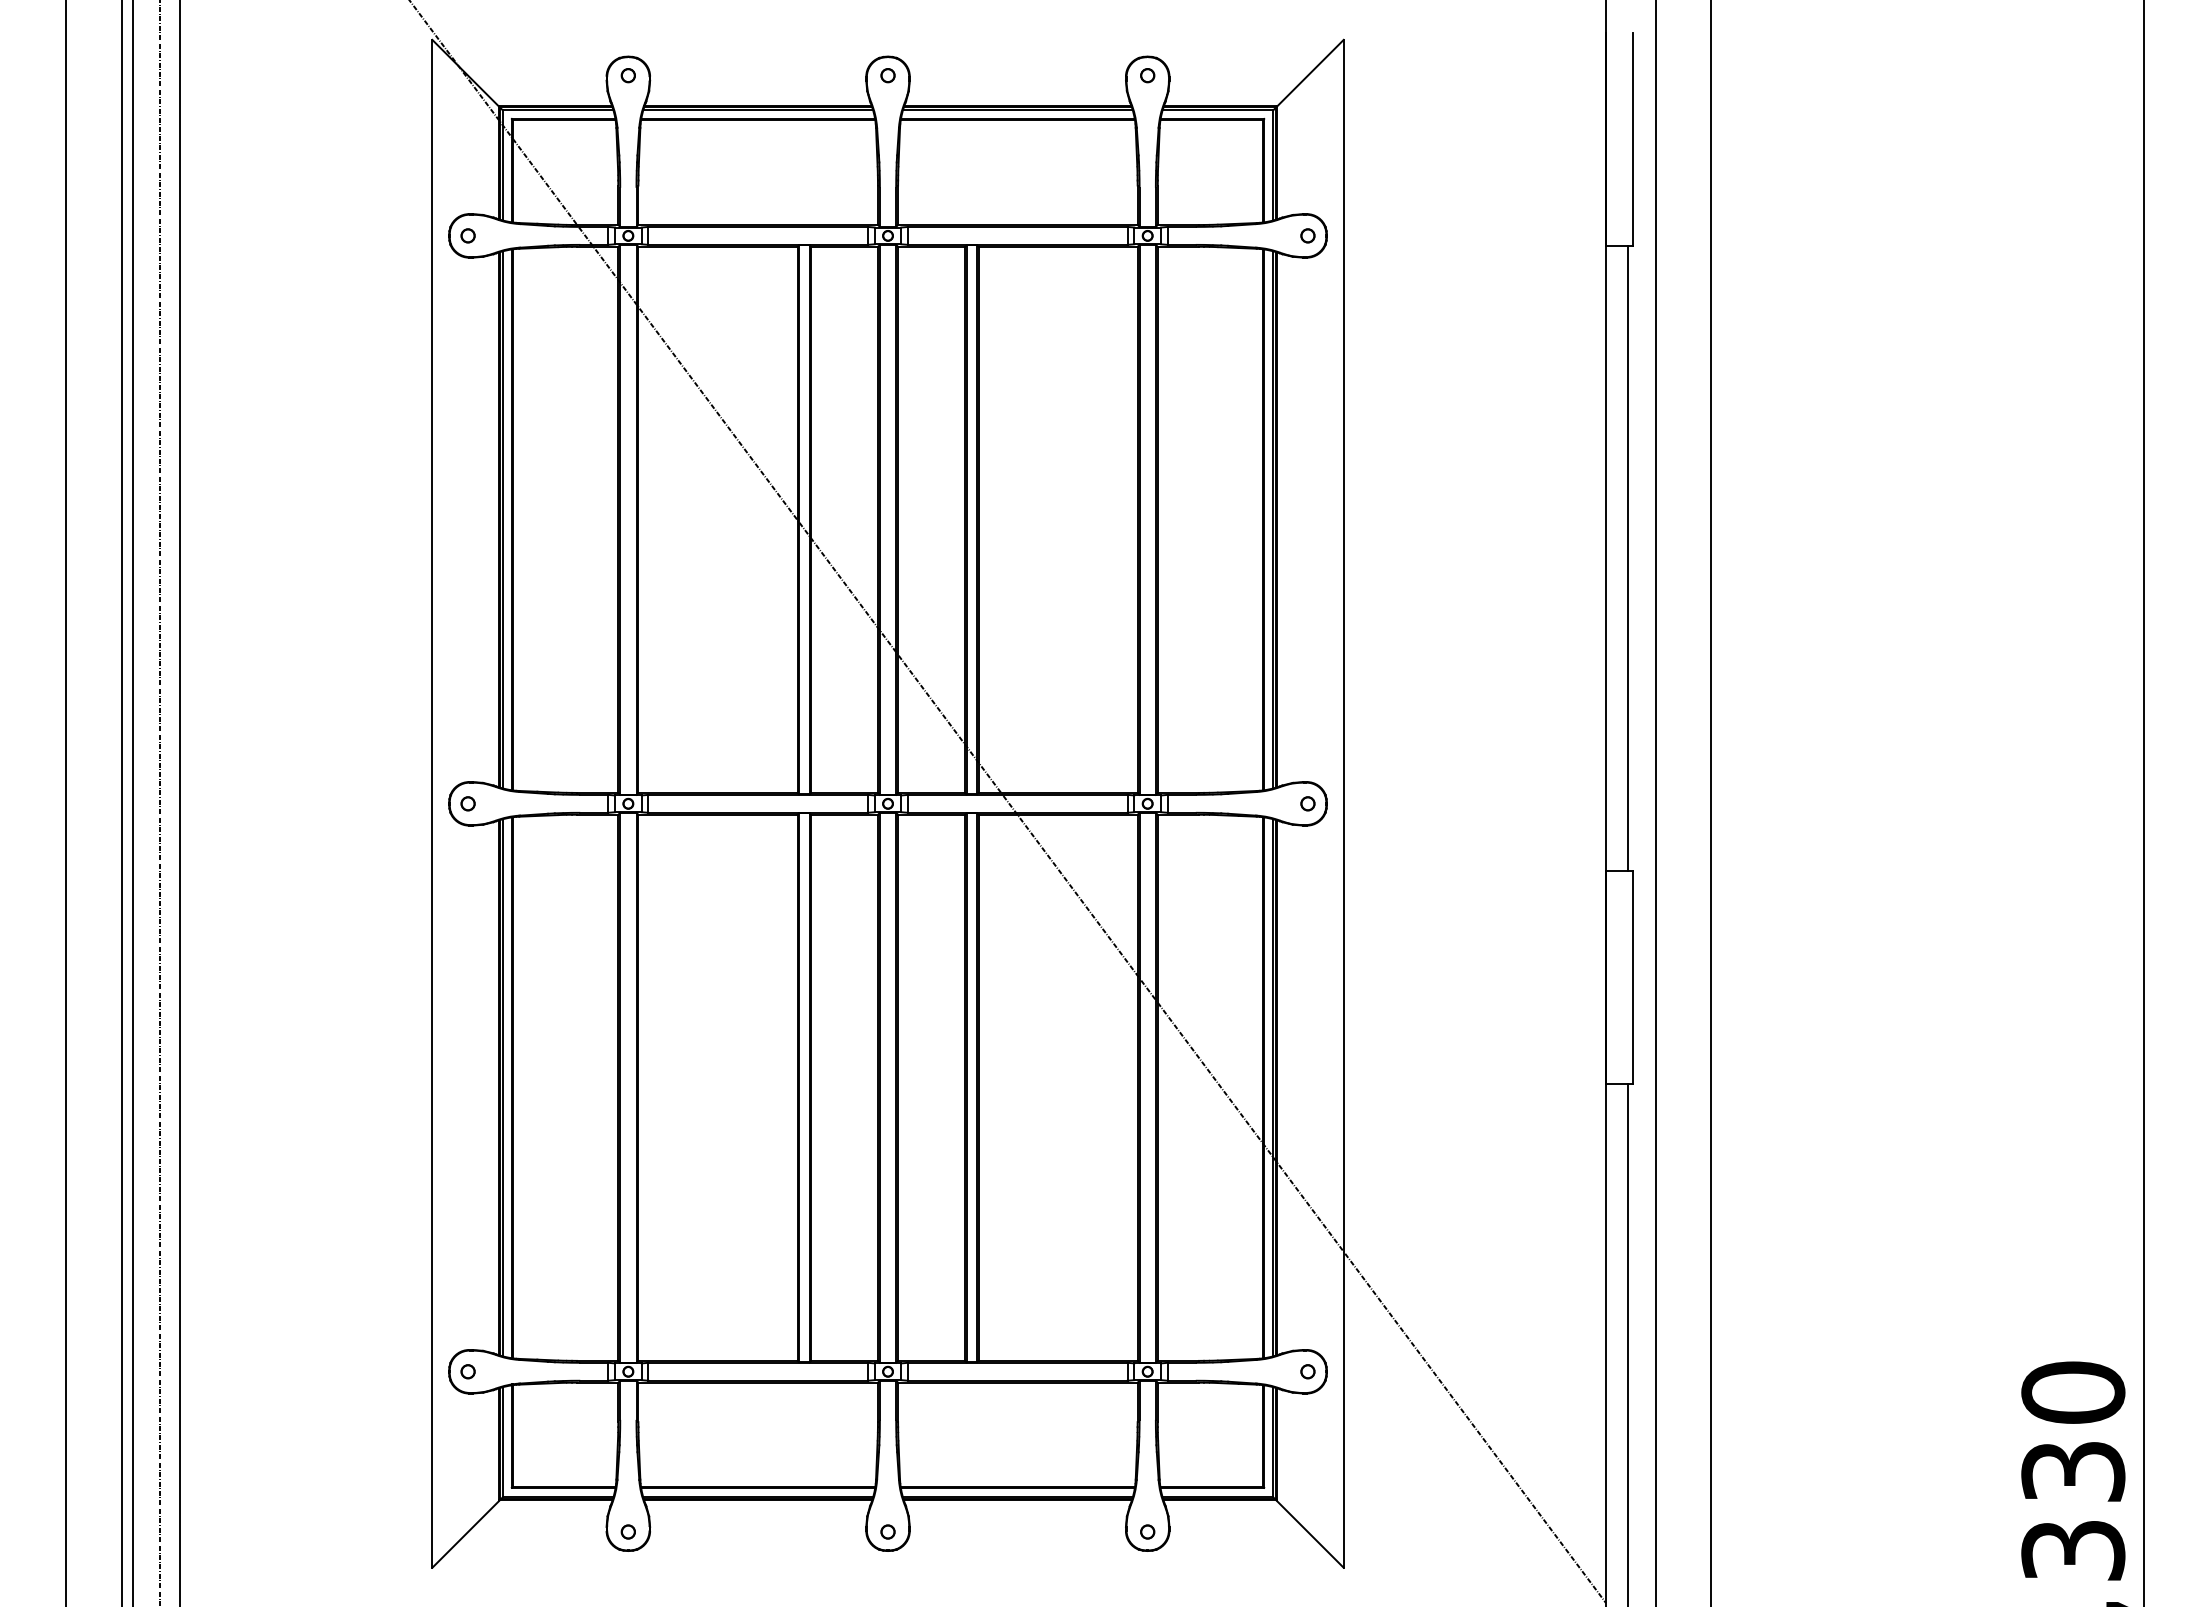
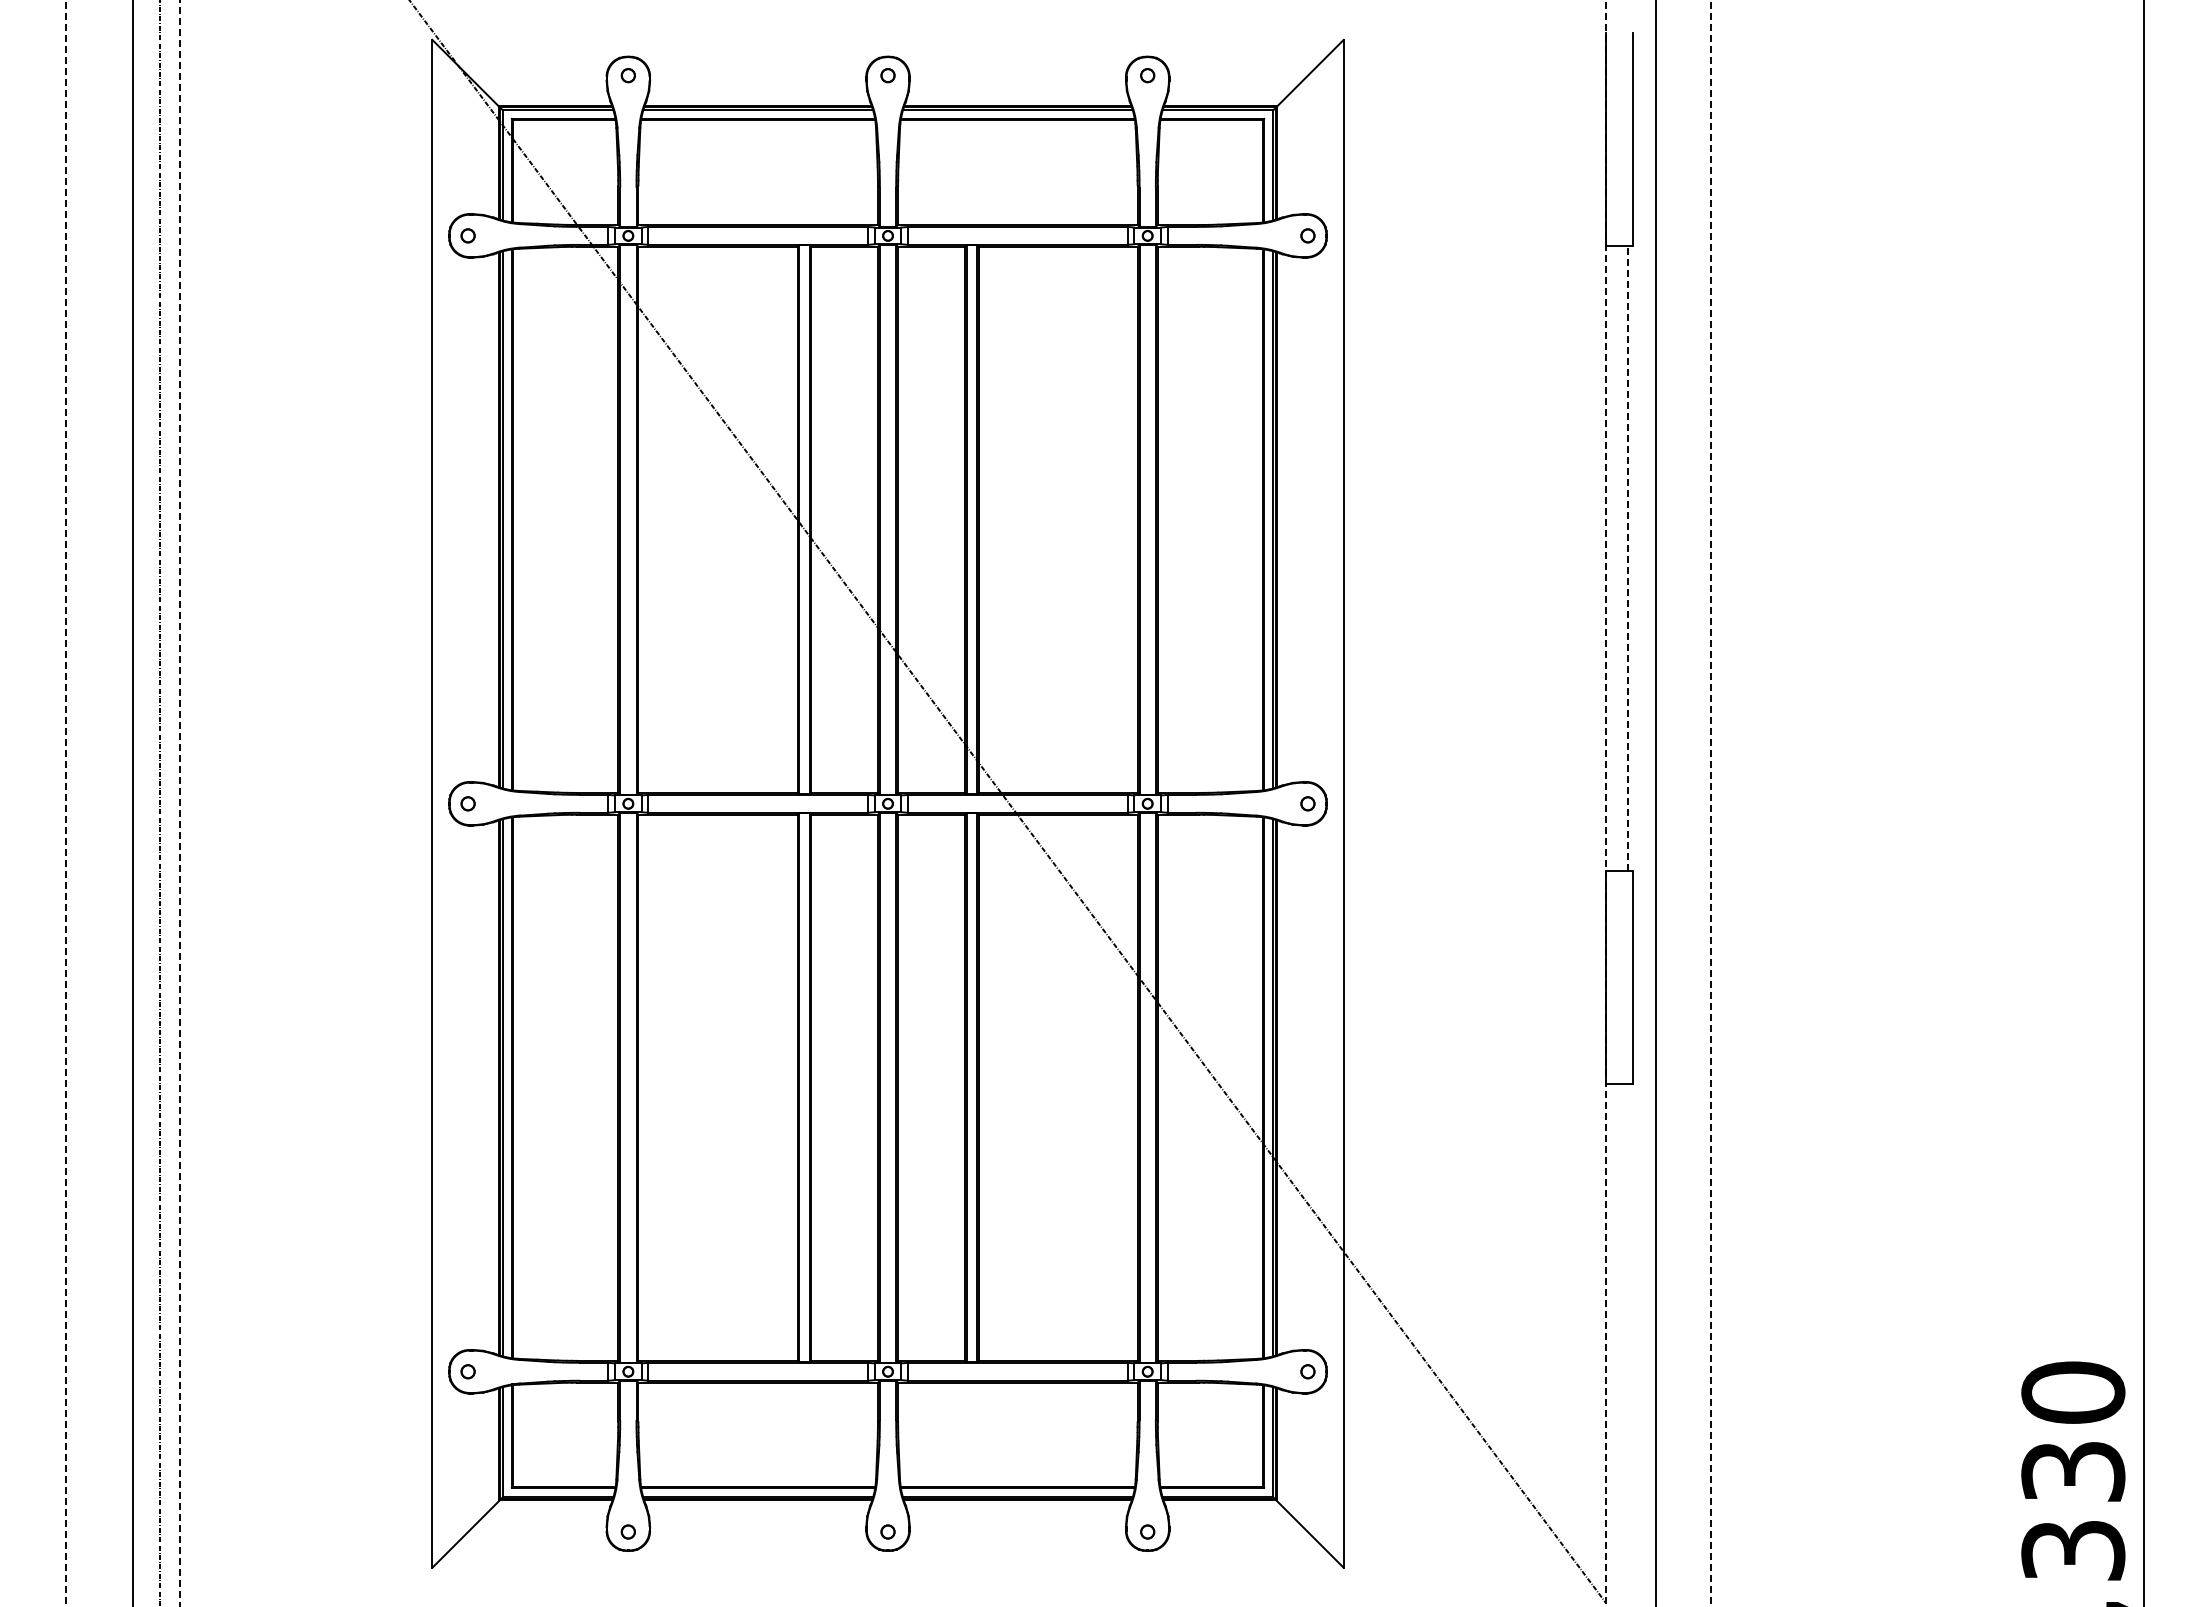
line at (1627, 557): solid -> dashed
line at (121, 802): present -> none
line at (1605, 803): solid -> dashed
line at (66, 804): solid -> dashed
line at (180, 804): solid -> dashed
line at (1711, 804): solid -> dashed
line at (1627, 1343): present -> none
